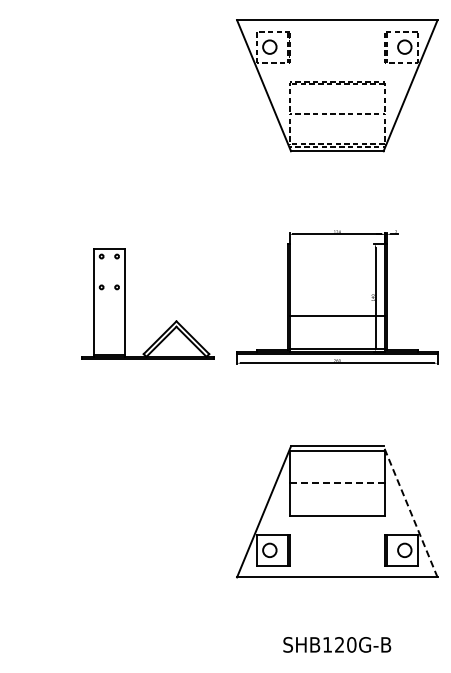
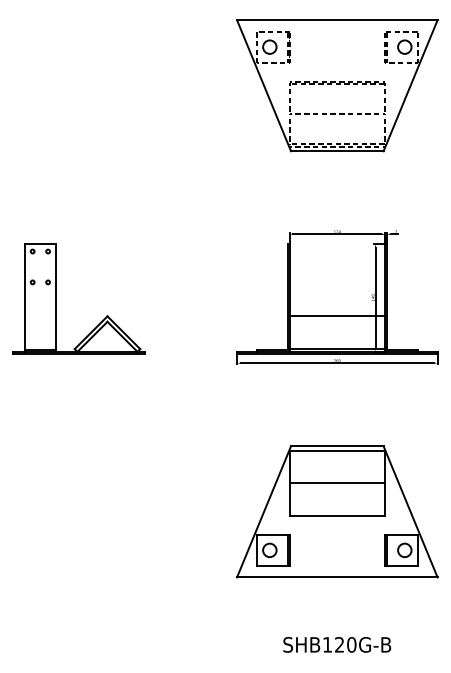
part at (125, 303) position: (125, 303) -> (56, 298)
line at (337, 483): dashed -> solid
line at (410, 511): dashed -> solid
